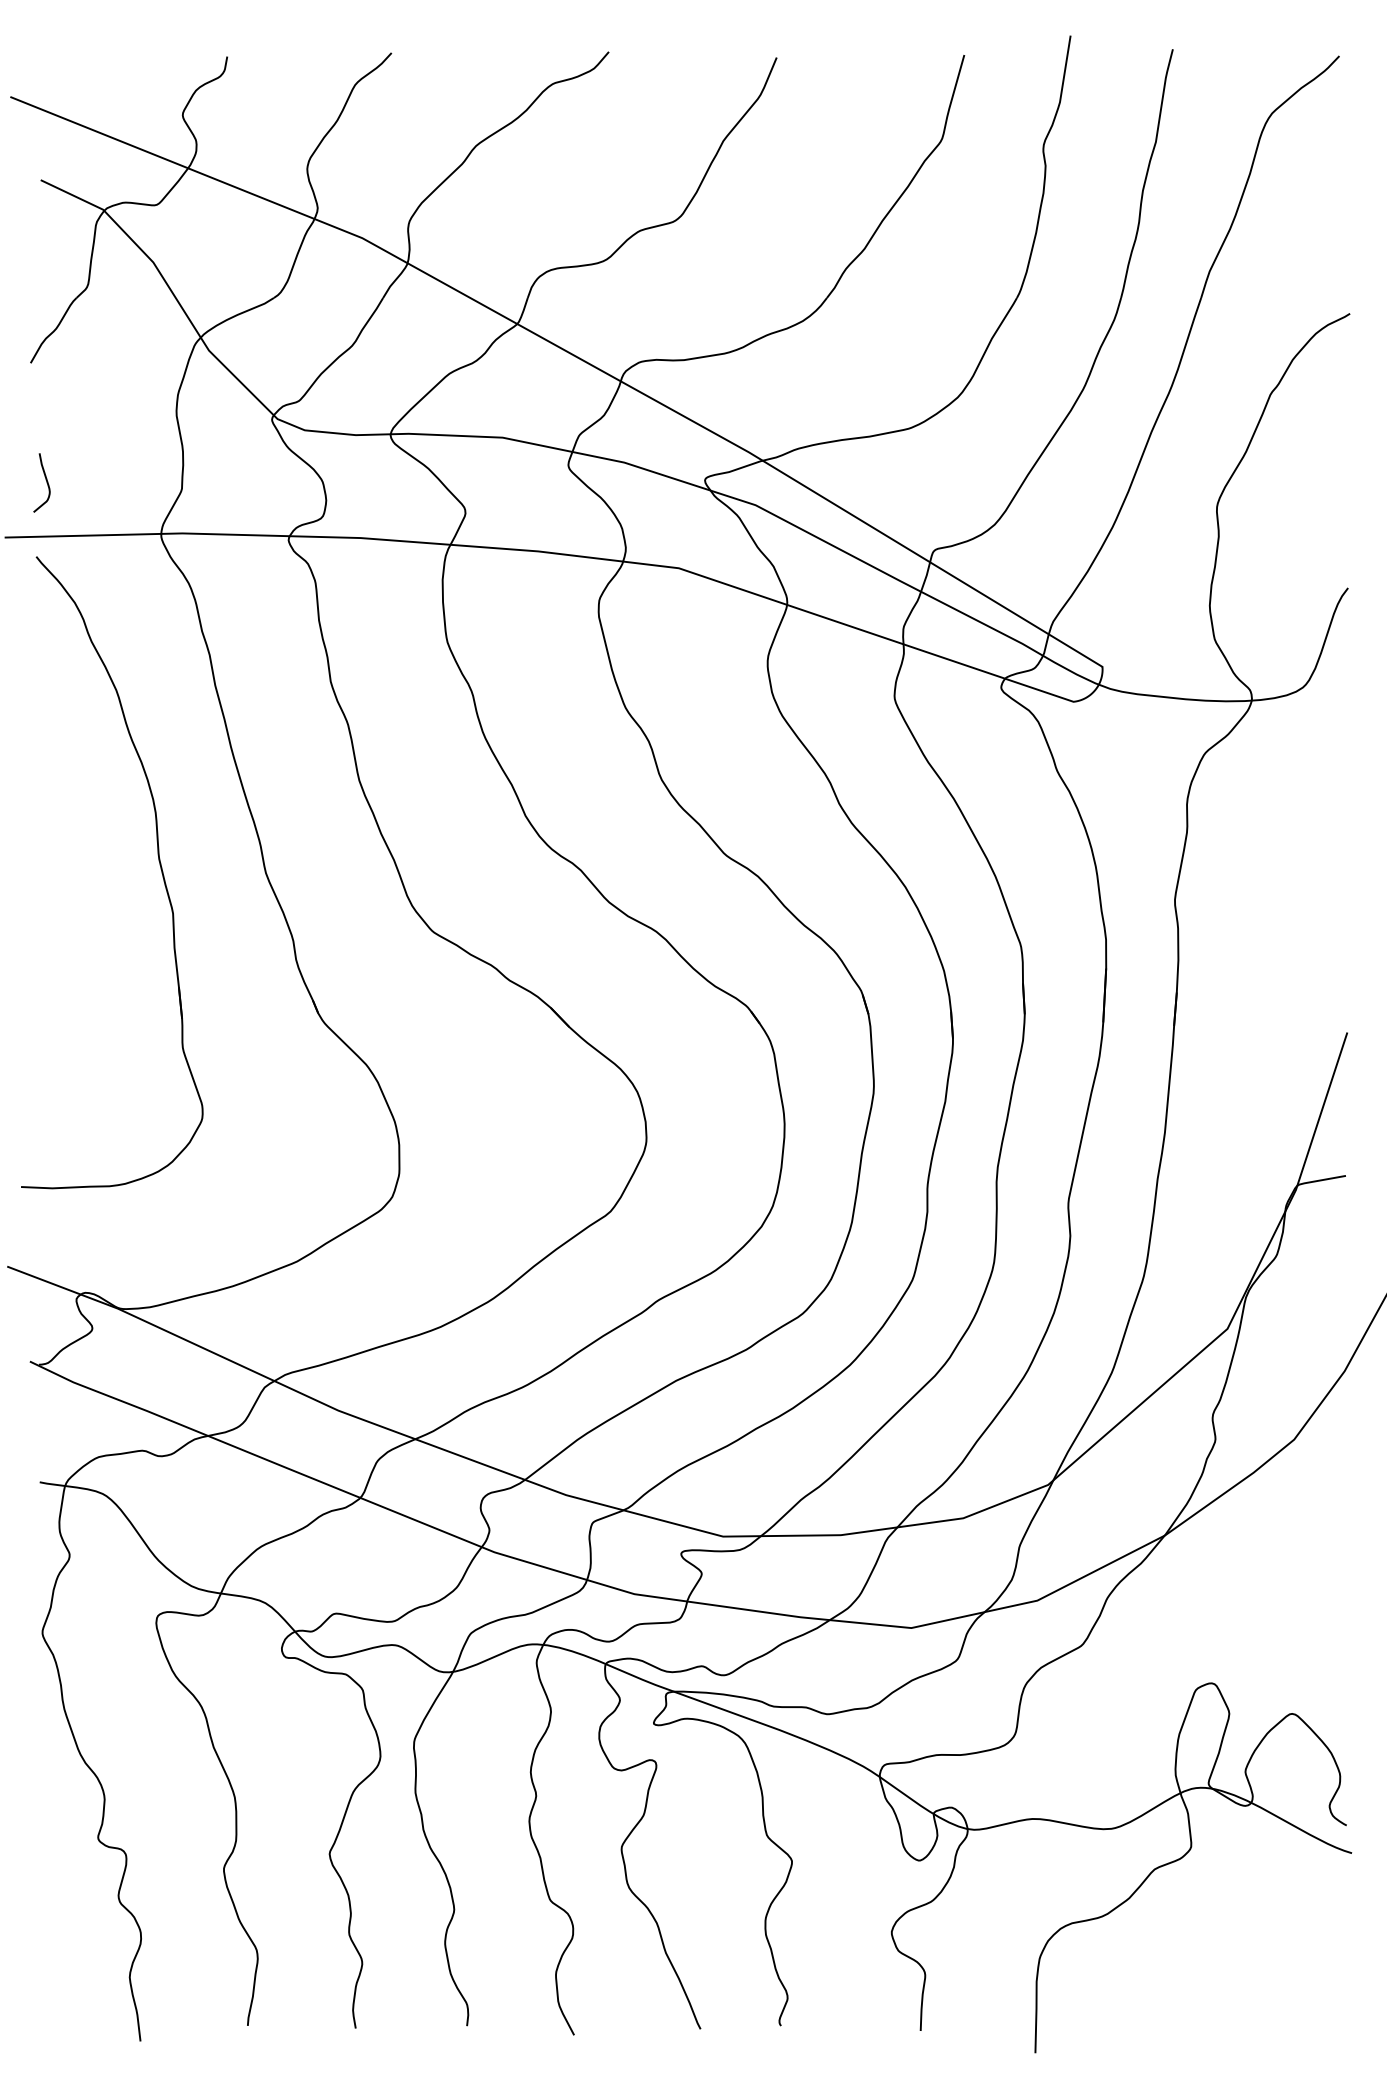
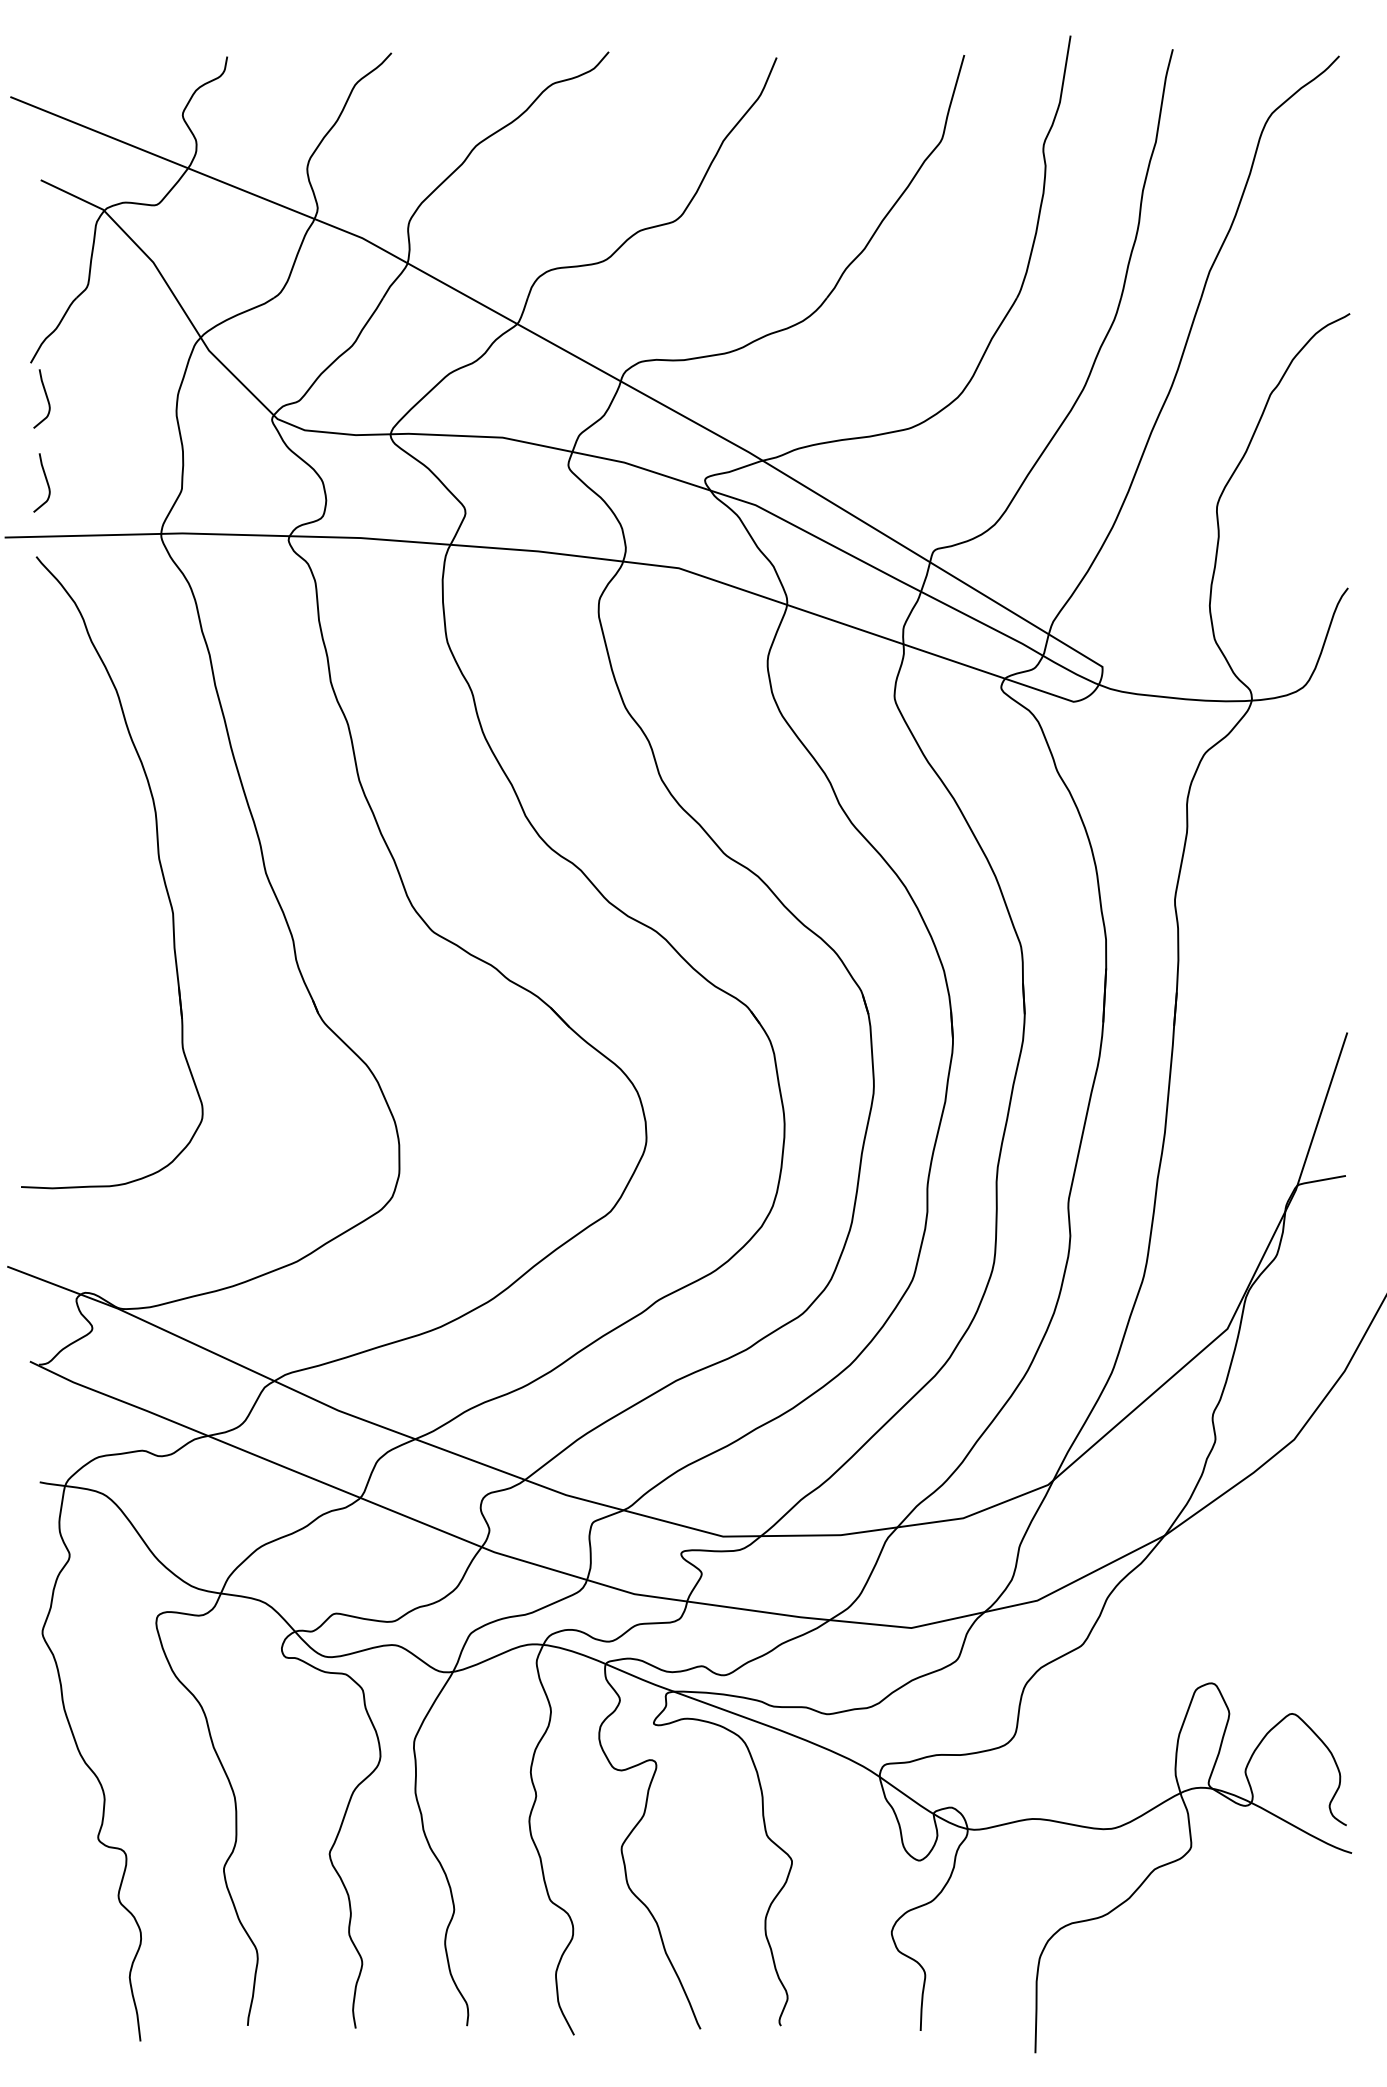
curve at (45, 396): none -> present
